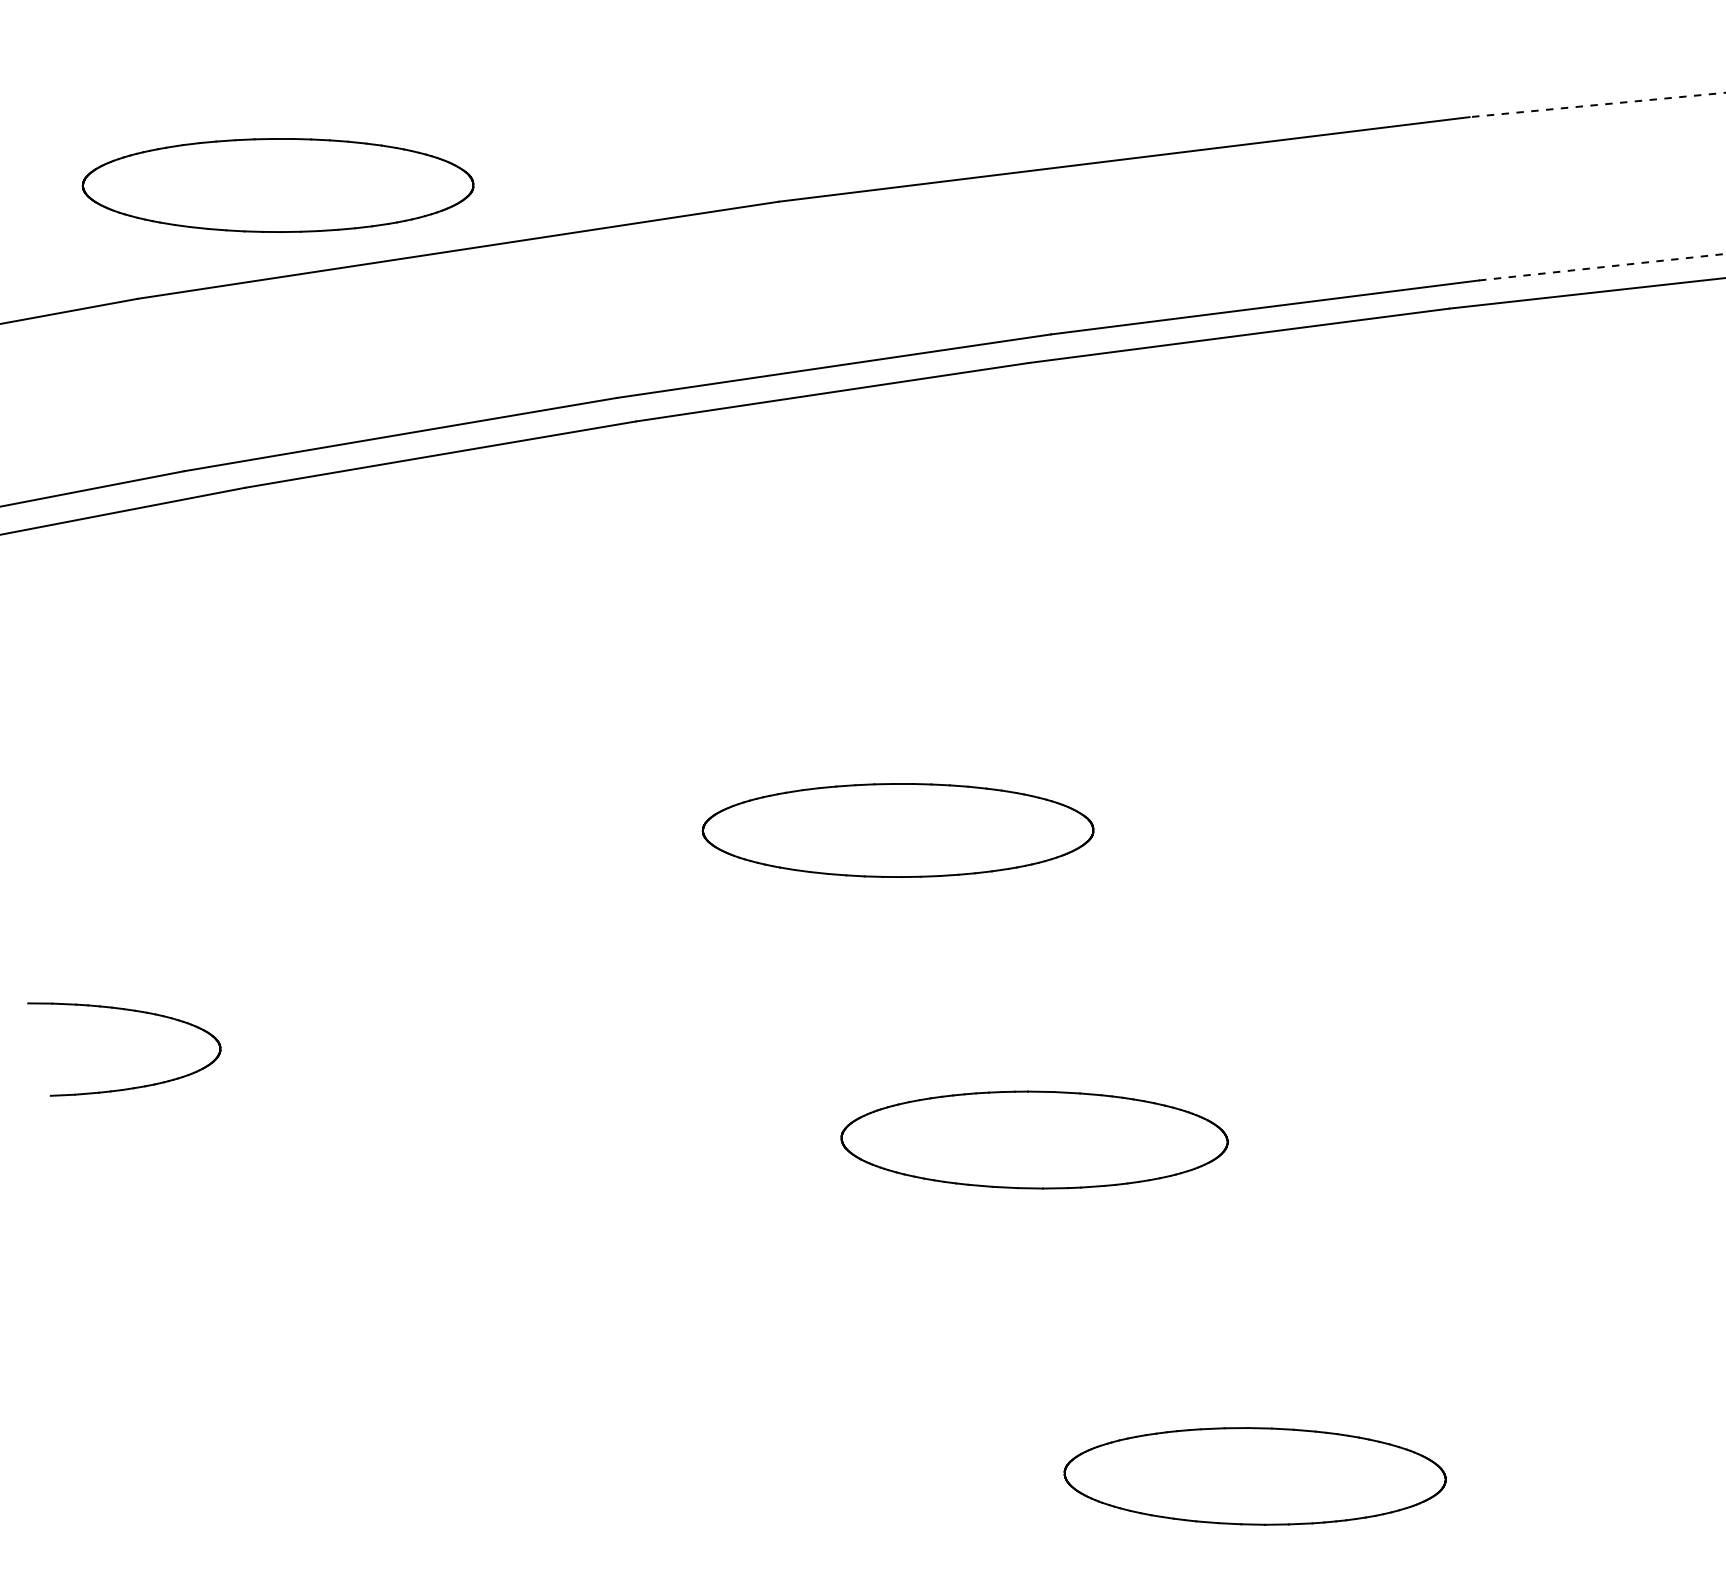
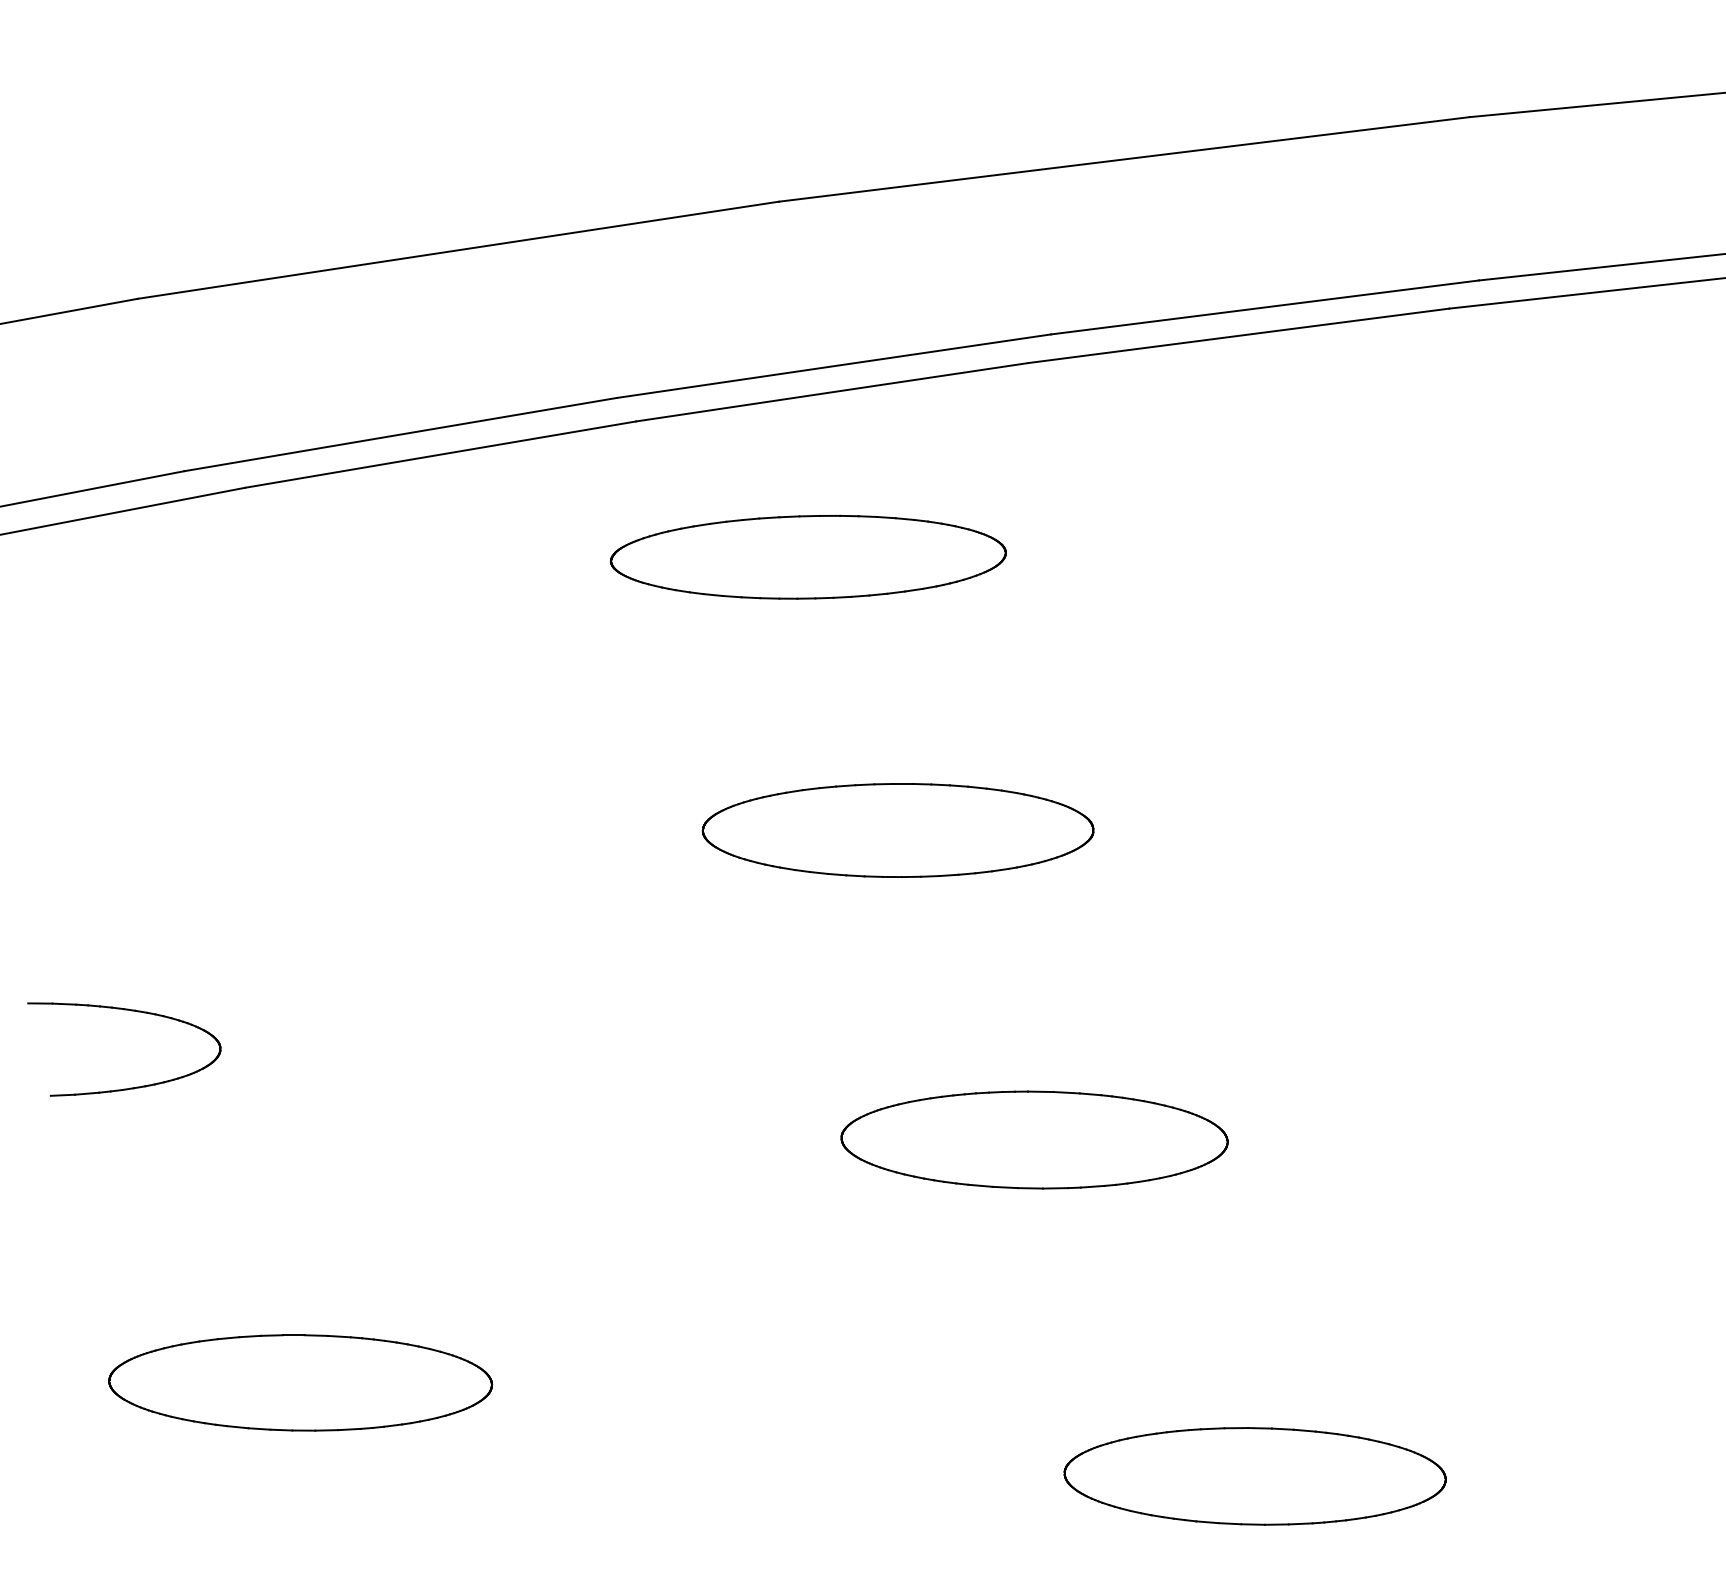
line at (1596, 105): dashed -> solid
part at (277, 185): present -> none
line at (1602, 267): dashed -> solid
part at (808, 556): none -> present
part at (300, 1382): none -> present
